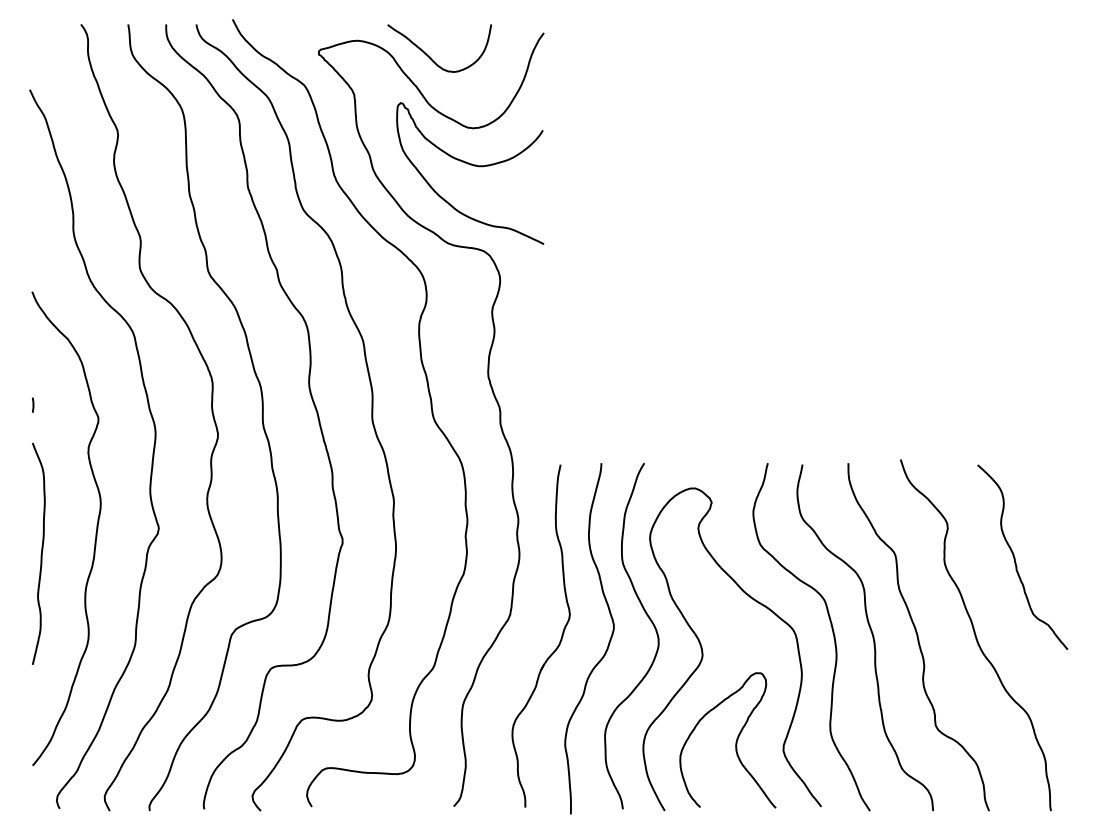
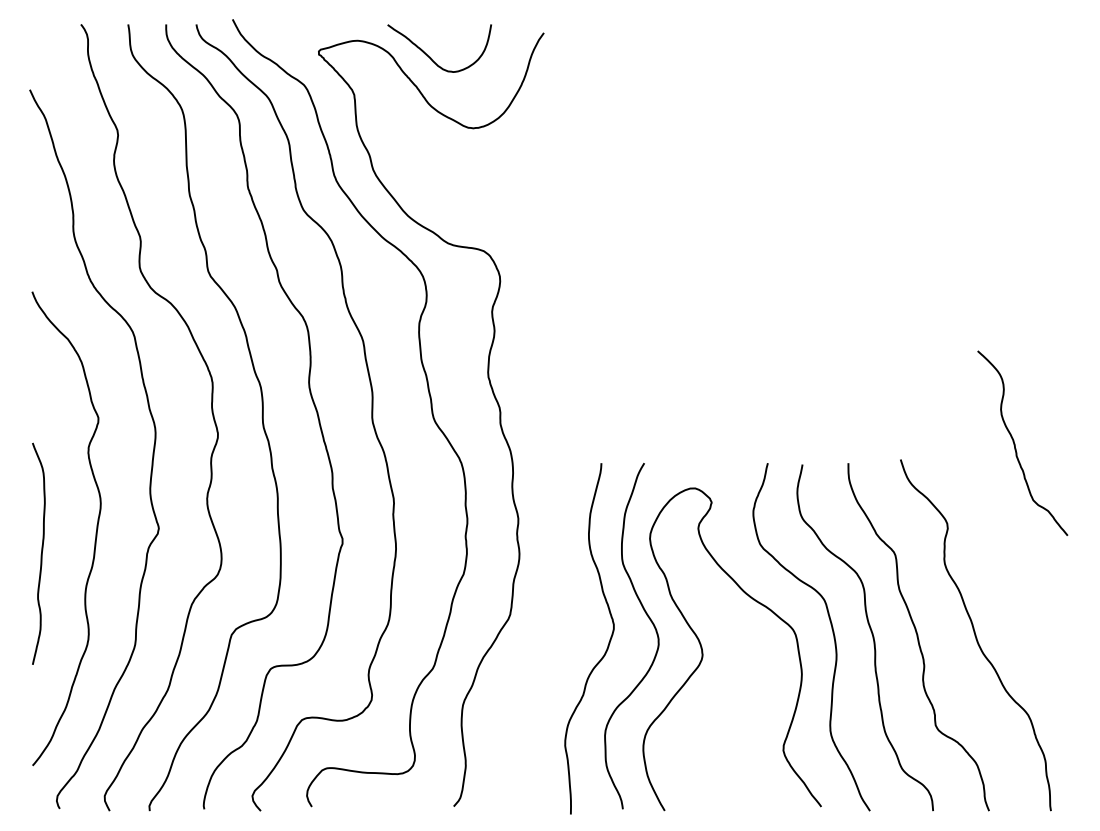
curve at (473, 166): present -> none
line at (33, 404): present -> none
curve at (1015, 557) position: (1015, 557) -> (1015, 443)
part at (557, 645): present -> none
curve at (735, 741): present -> none
